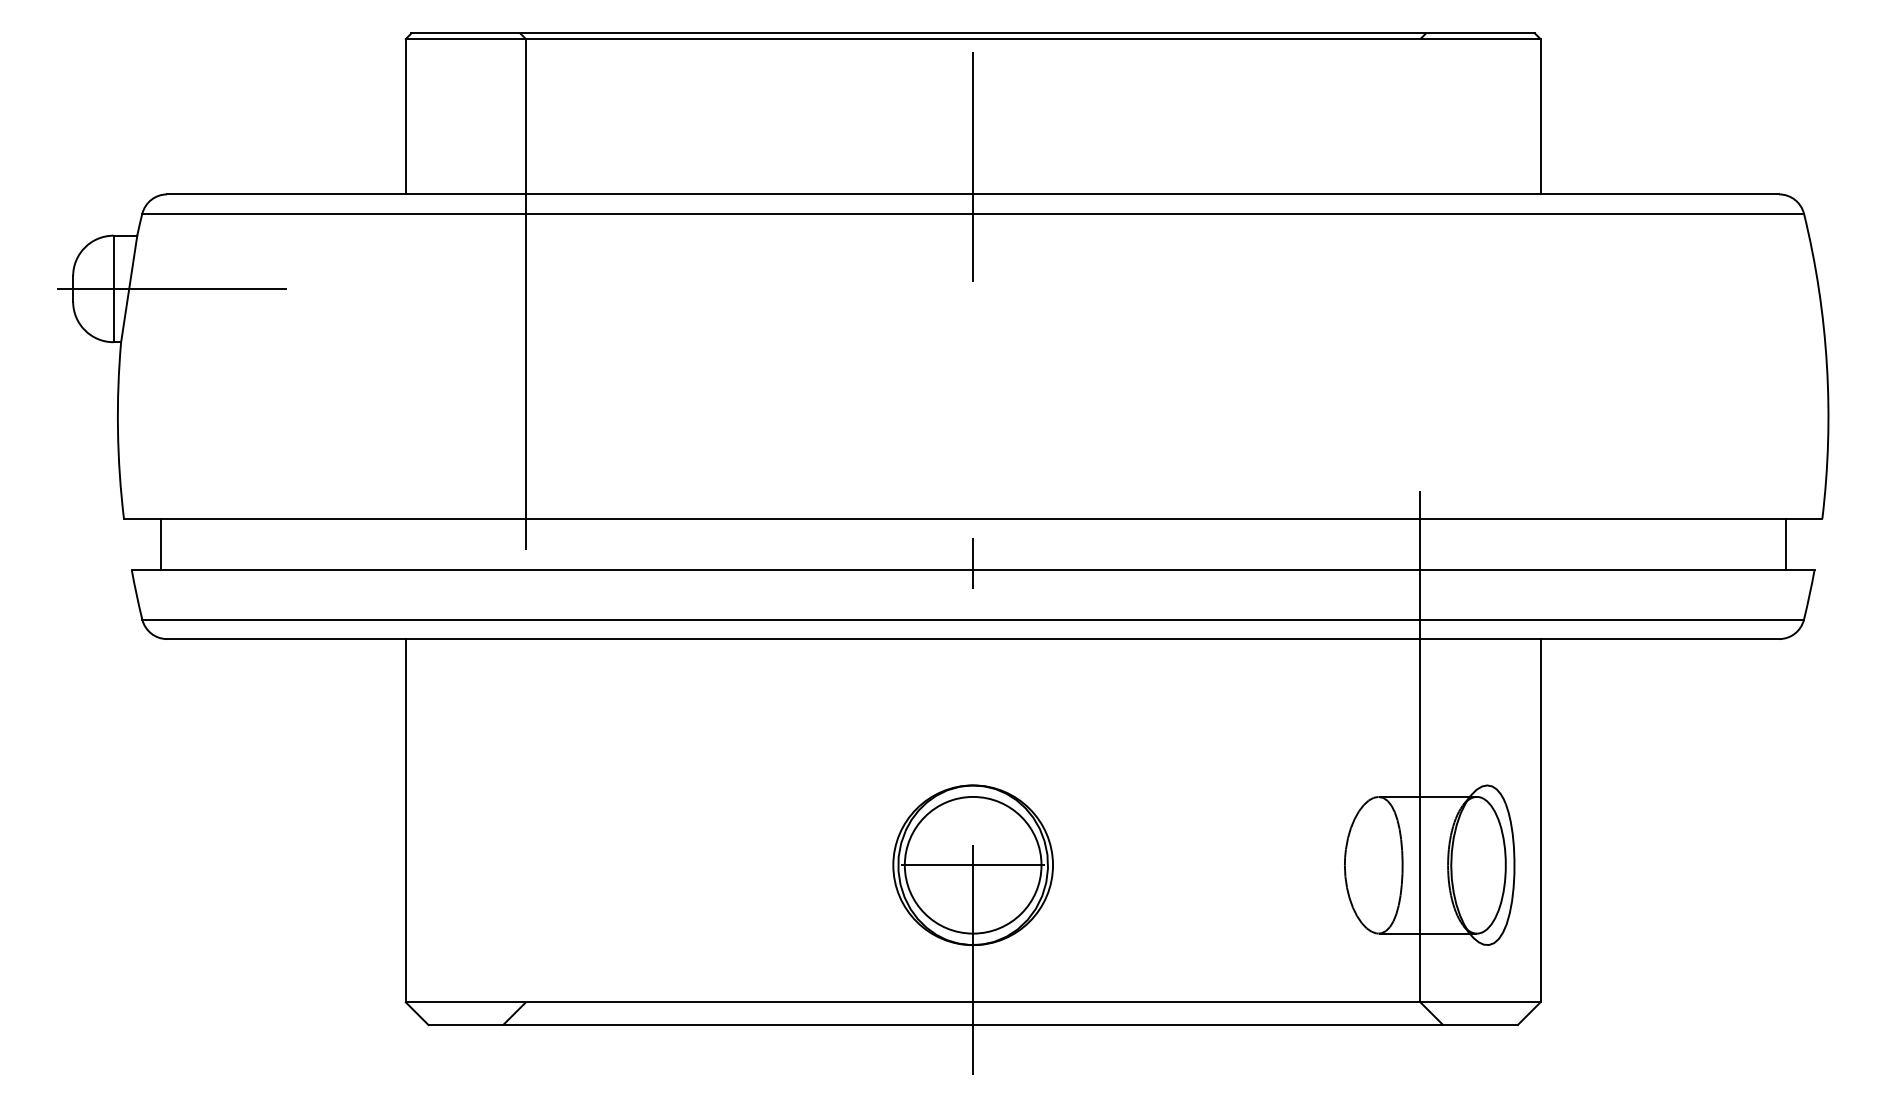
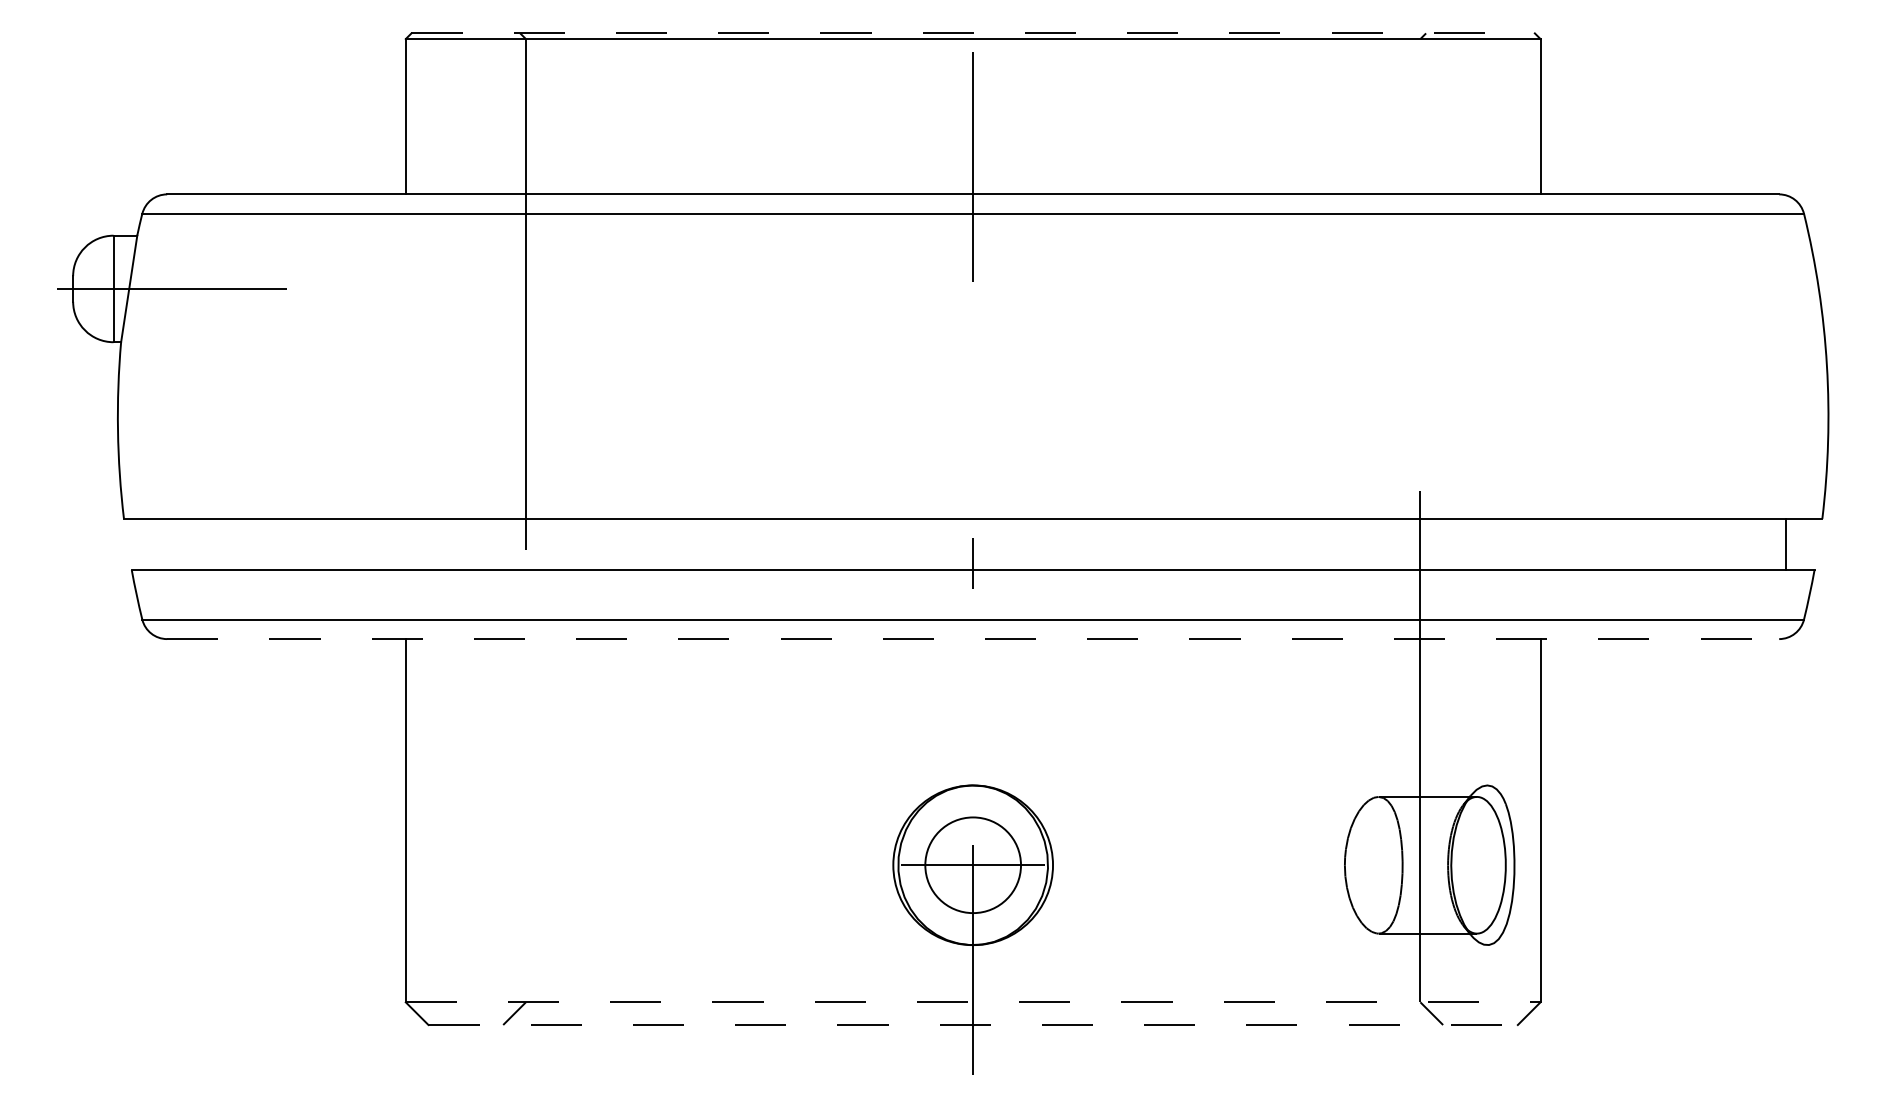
line at (973, 33): solid -> dashed
line at (160, 544): present -> none
line at (973, 639): solid -> dashed
circle at (972, 864) diameter: 137 px -> 96 px
line at (973, 1002): solid -> dashed
line at (973, 1025): solid -> dashed
